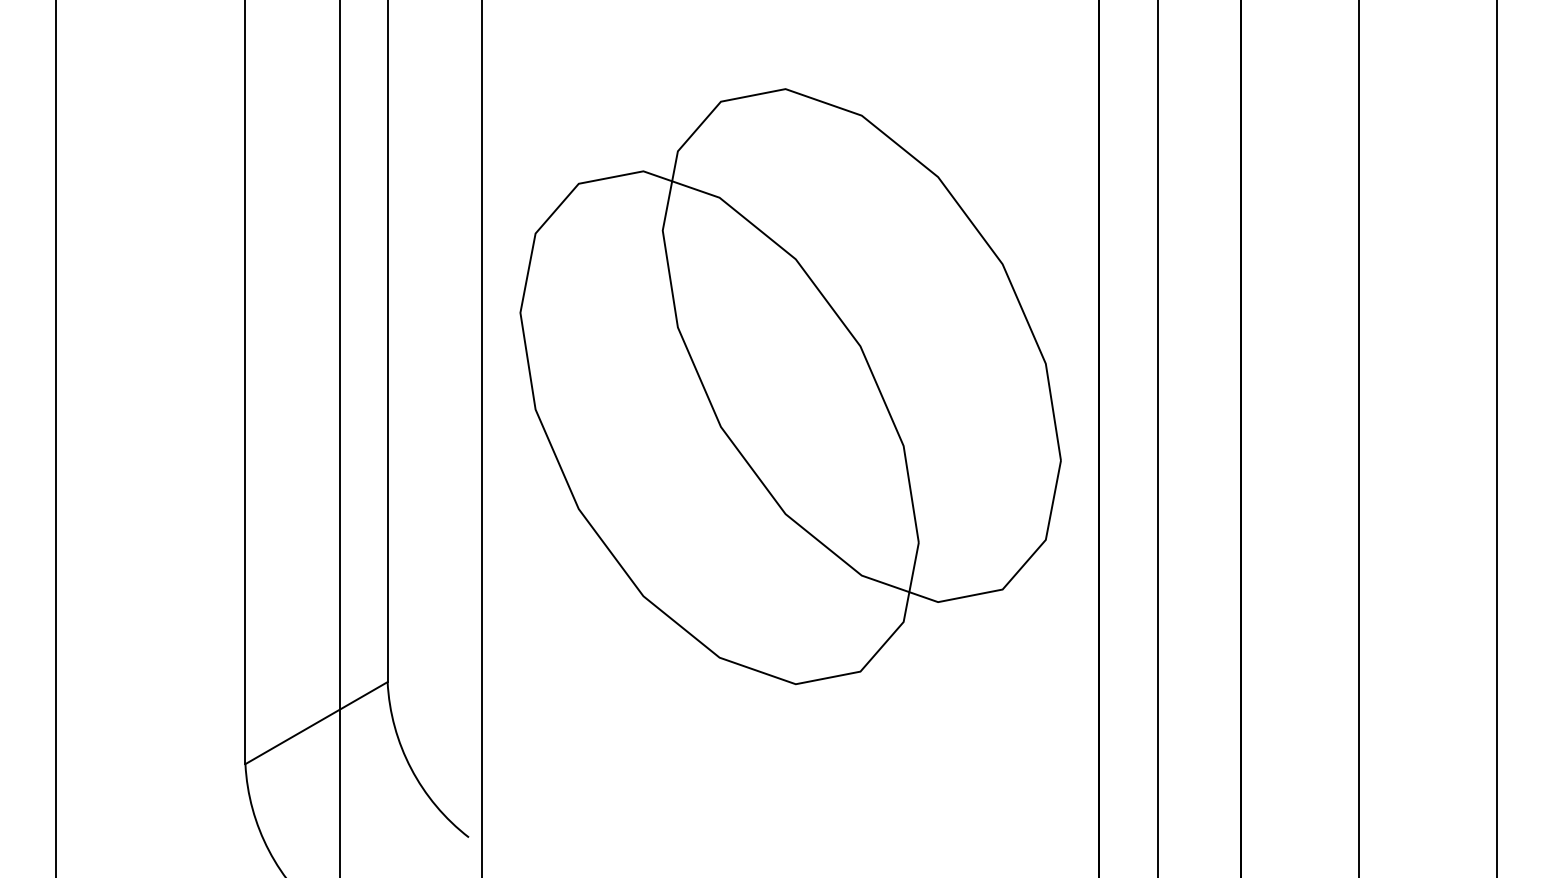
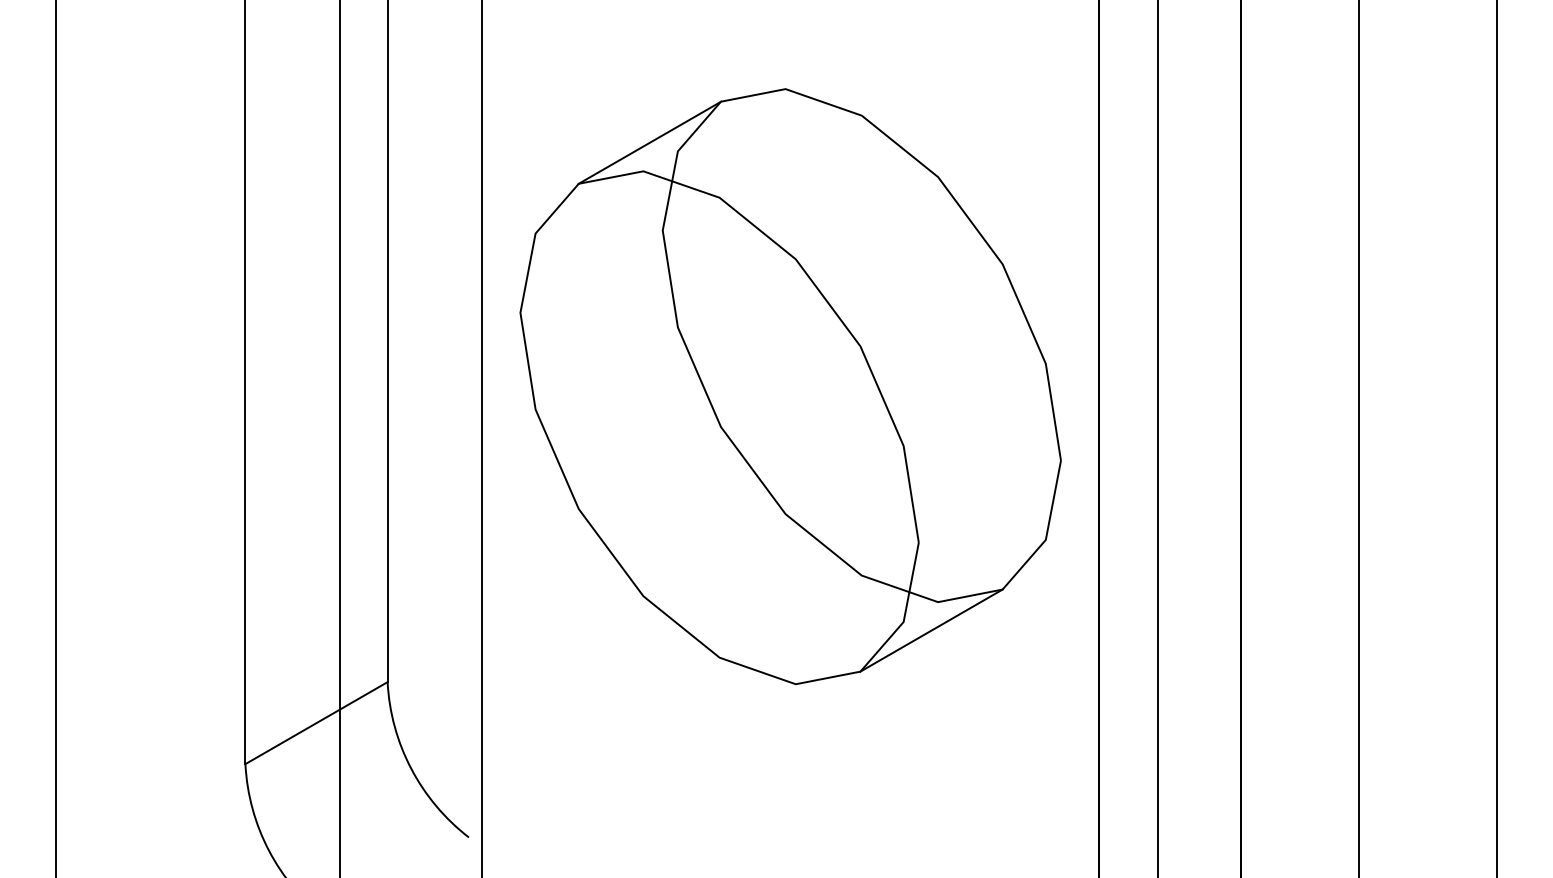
line at (649, 142): none -> present
line at (931, 630): none -> present
